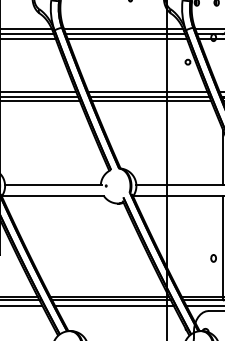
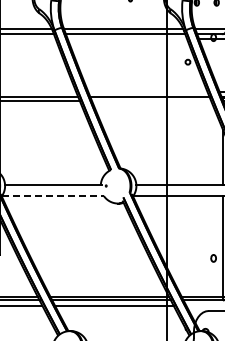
line at (28, 39): present -> none
line at (127, 39): present -> none
line at (39, 91): present -> none
line at (147, 91): present -> none
line at (151, 100): present -> none
line at (53, 196): solid -> dashed
line at (203, 305): present -> none
